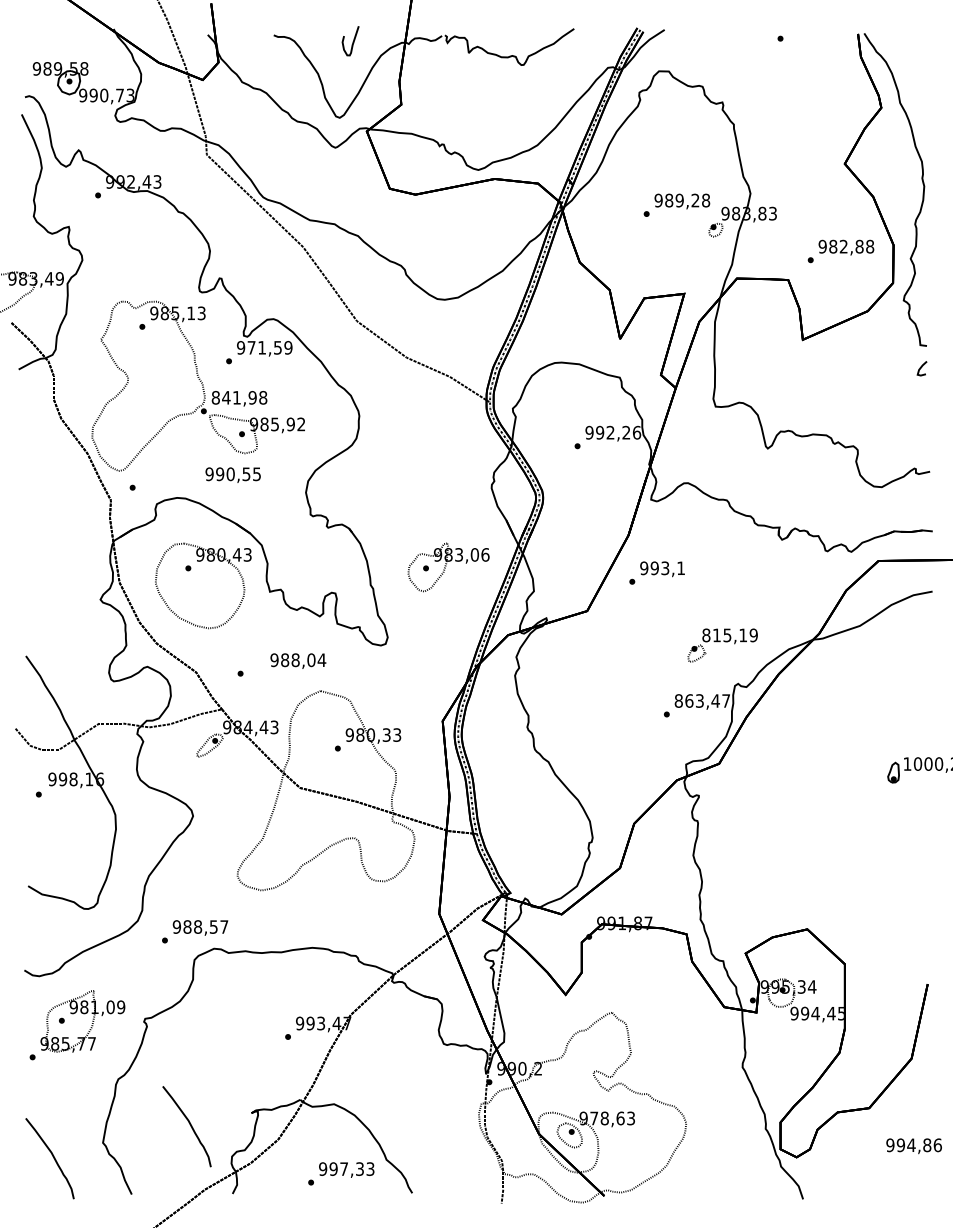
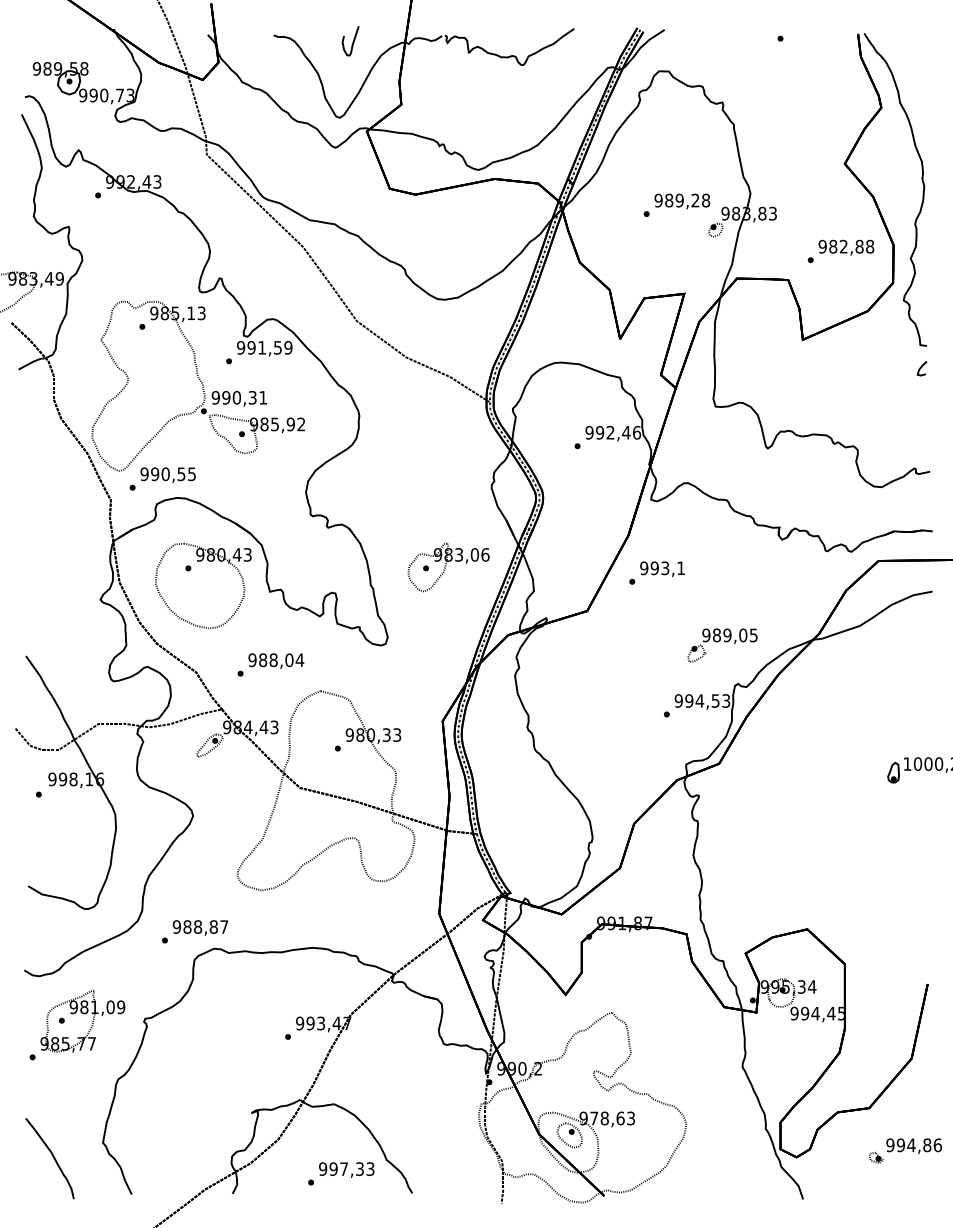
text at (251, 347): 971,59 -> 991,59
text at (239, 397): 841,98 -> 990,31
text at (626, 432): 992,26 -> 992,46
text at (232, 474) position: (232, 474) -> (167, 474)
text at (729, 635): 815,19 -> 989,05
text at (298, 660) position: (298, 660) -> (276, 660)
text at (702, 700): 863,47 -> 994,53
text at (213, 926): 988,57 -> 988,87
curve at (189, 1124): present -> none
part at (876, 1157): none -> present
